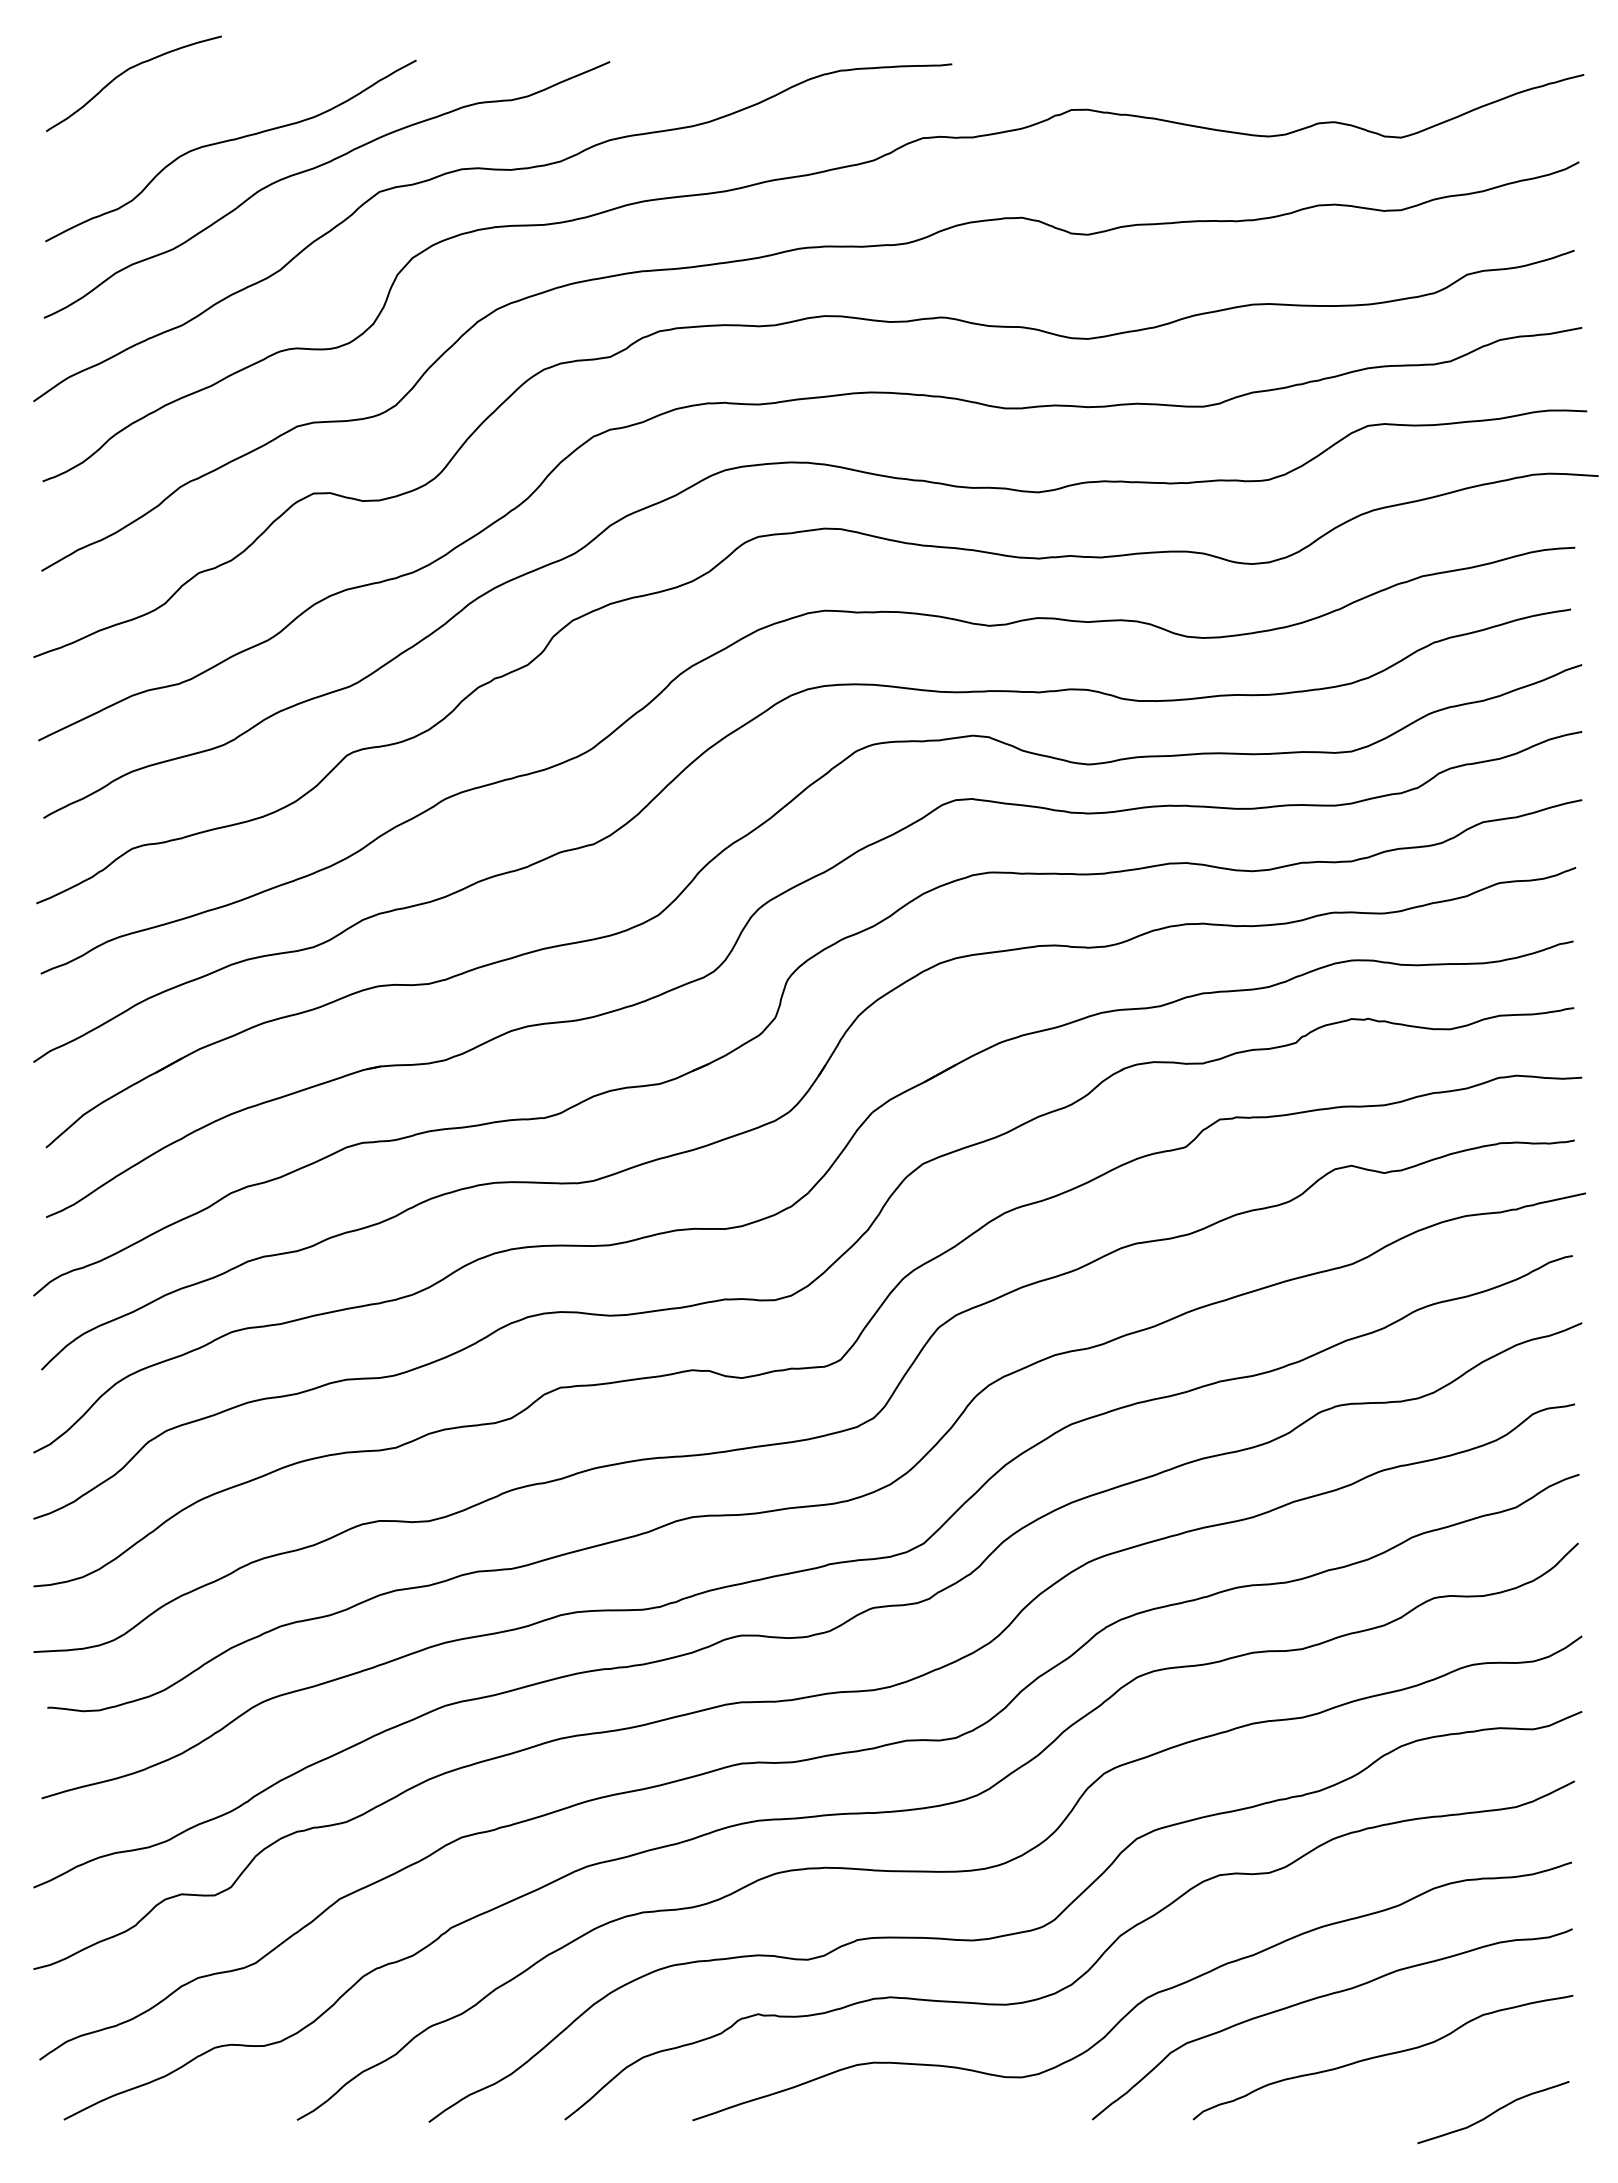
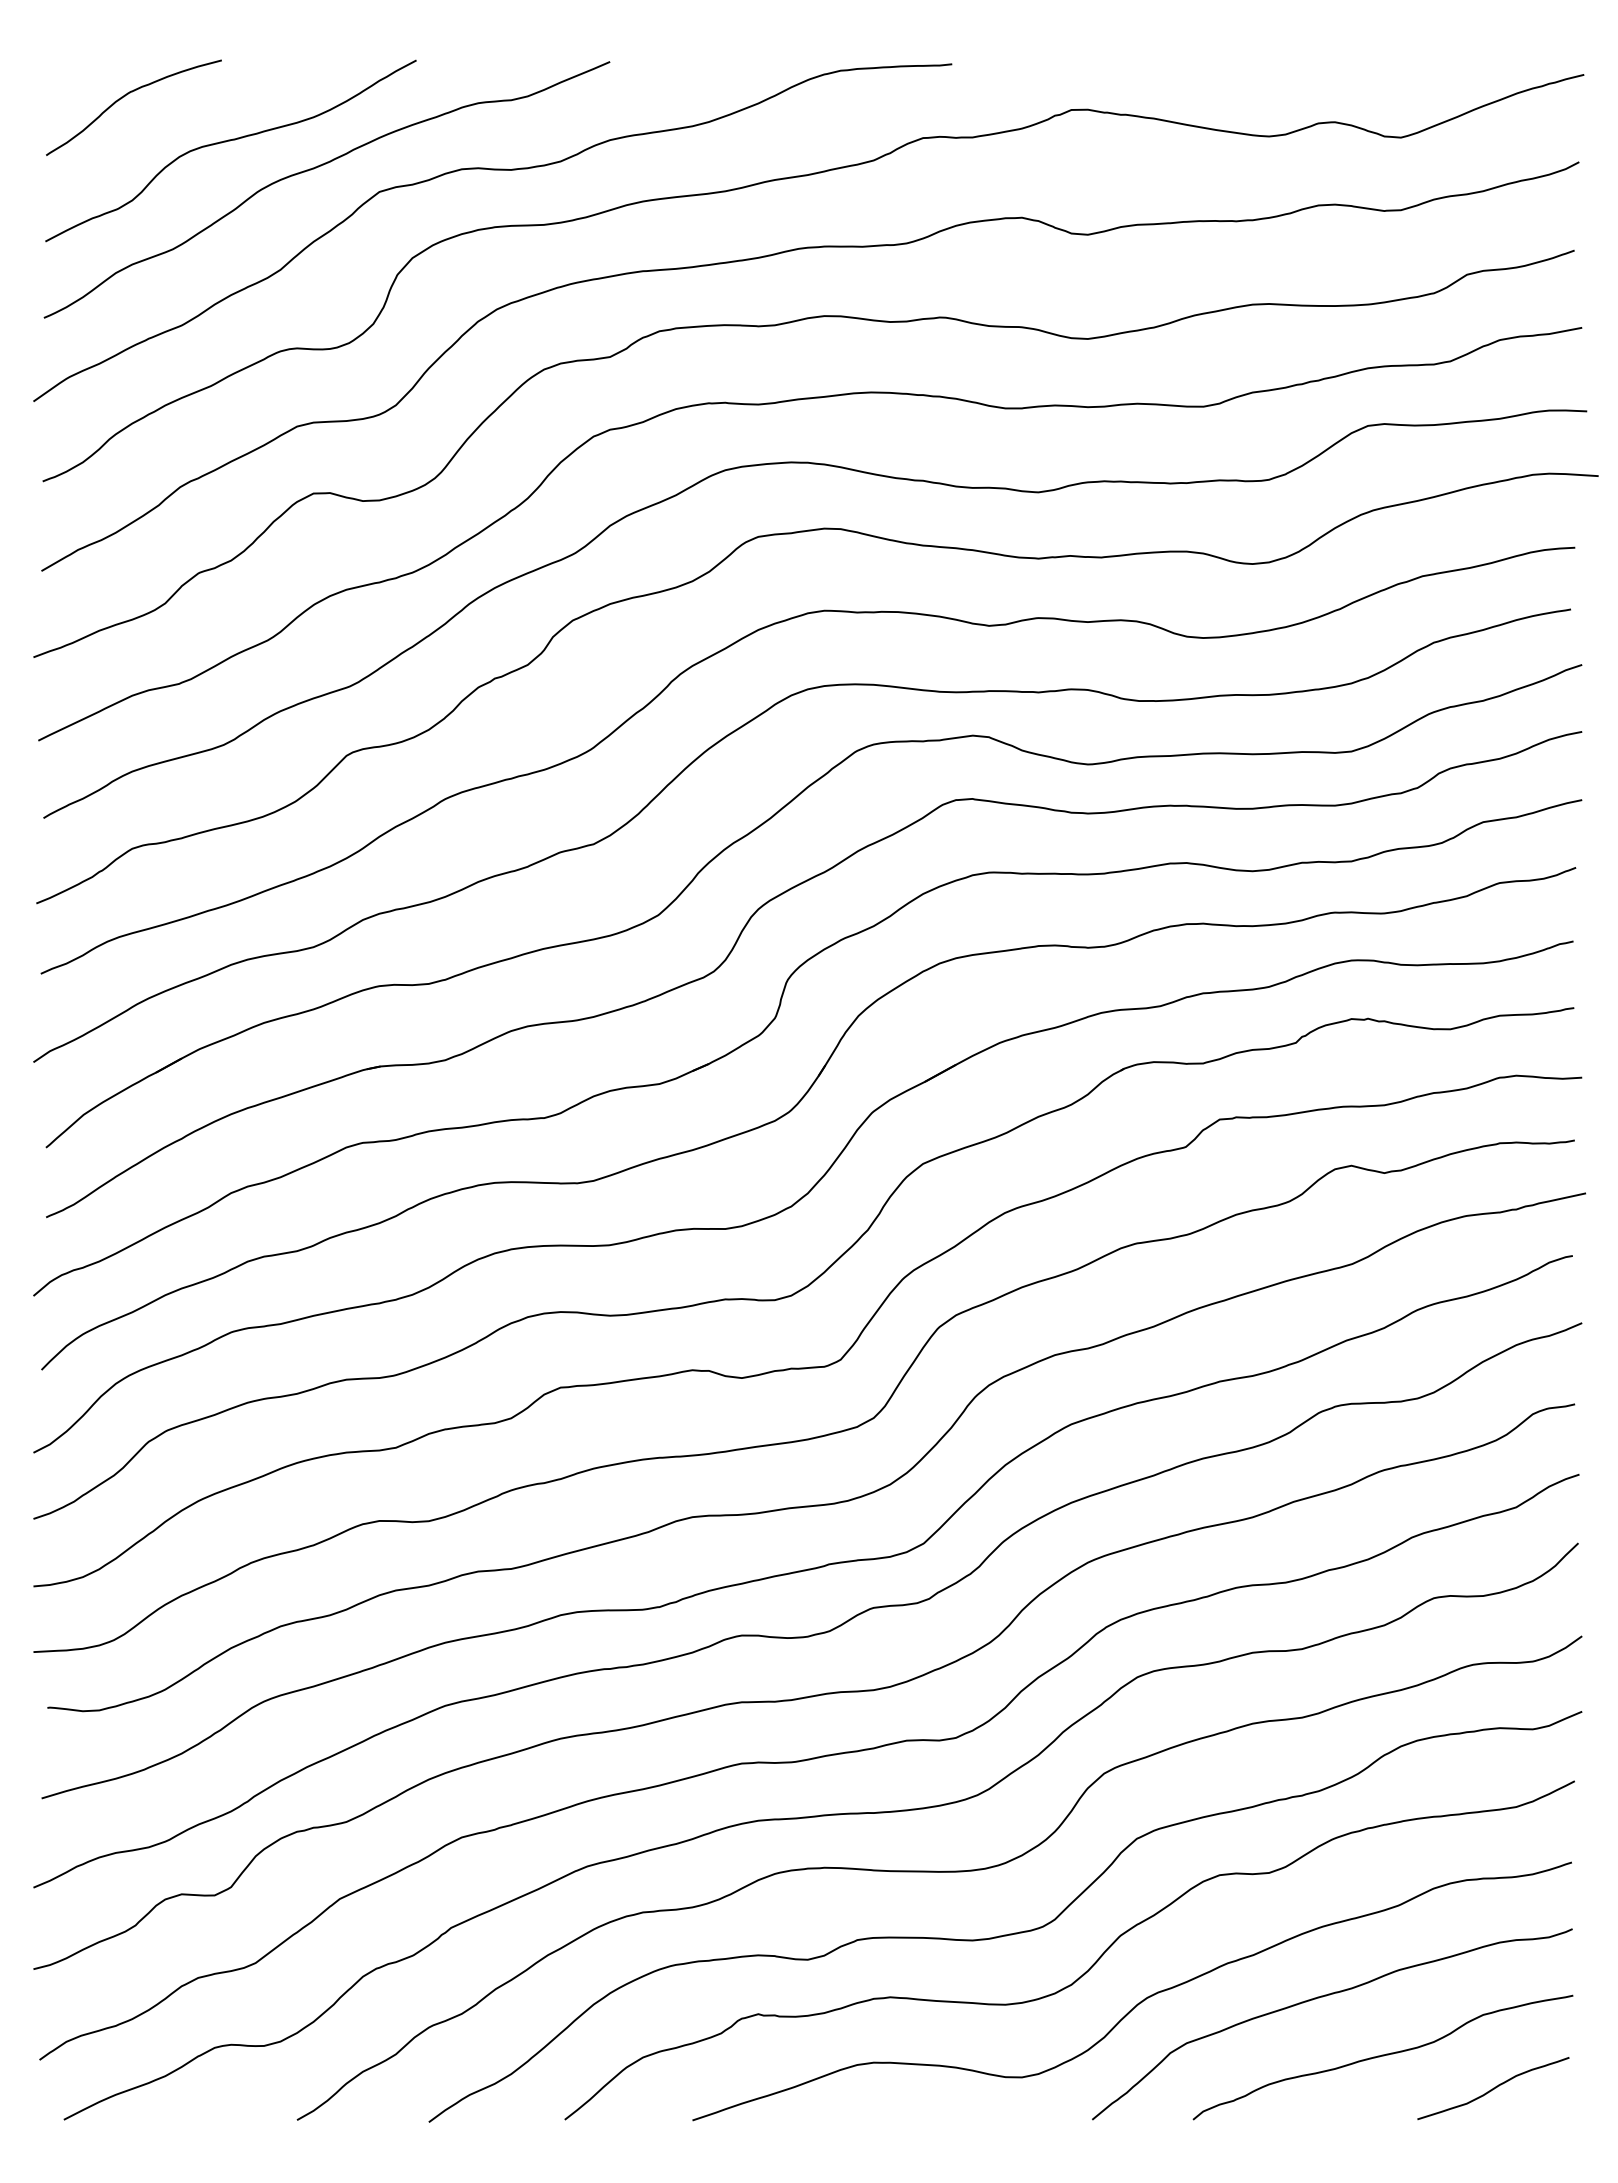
curve at (124, 73) position: (124, 73) -> (124, 97)
curve at (1493, 2112) position: (1493, 2112) -> (1493, 2088)
